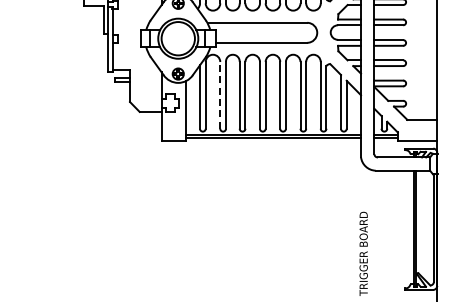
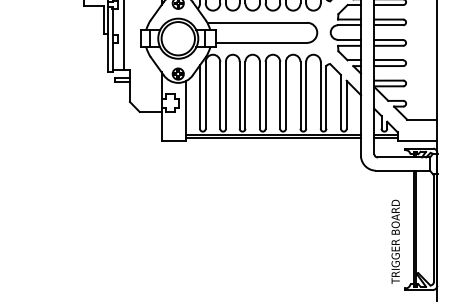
line at (124, 36): none -> present
line at (220, 94): dashed -> solid
text at (363, 253) position: (363, 253) -> (395, 241)
